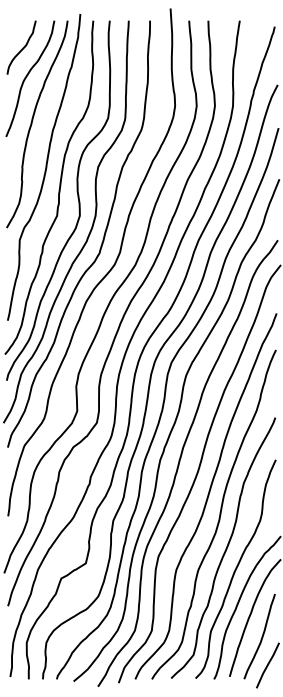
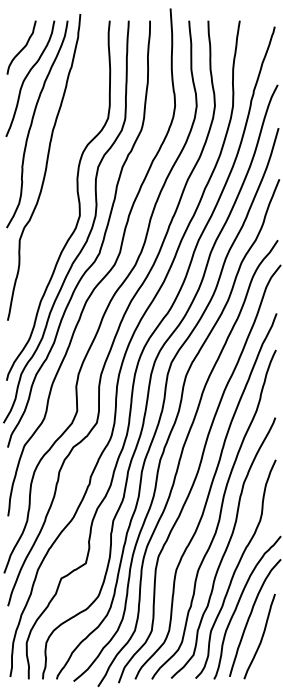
curve at (58, 189): present -> none
line at (267, 665): present -> none
